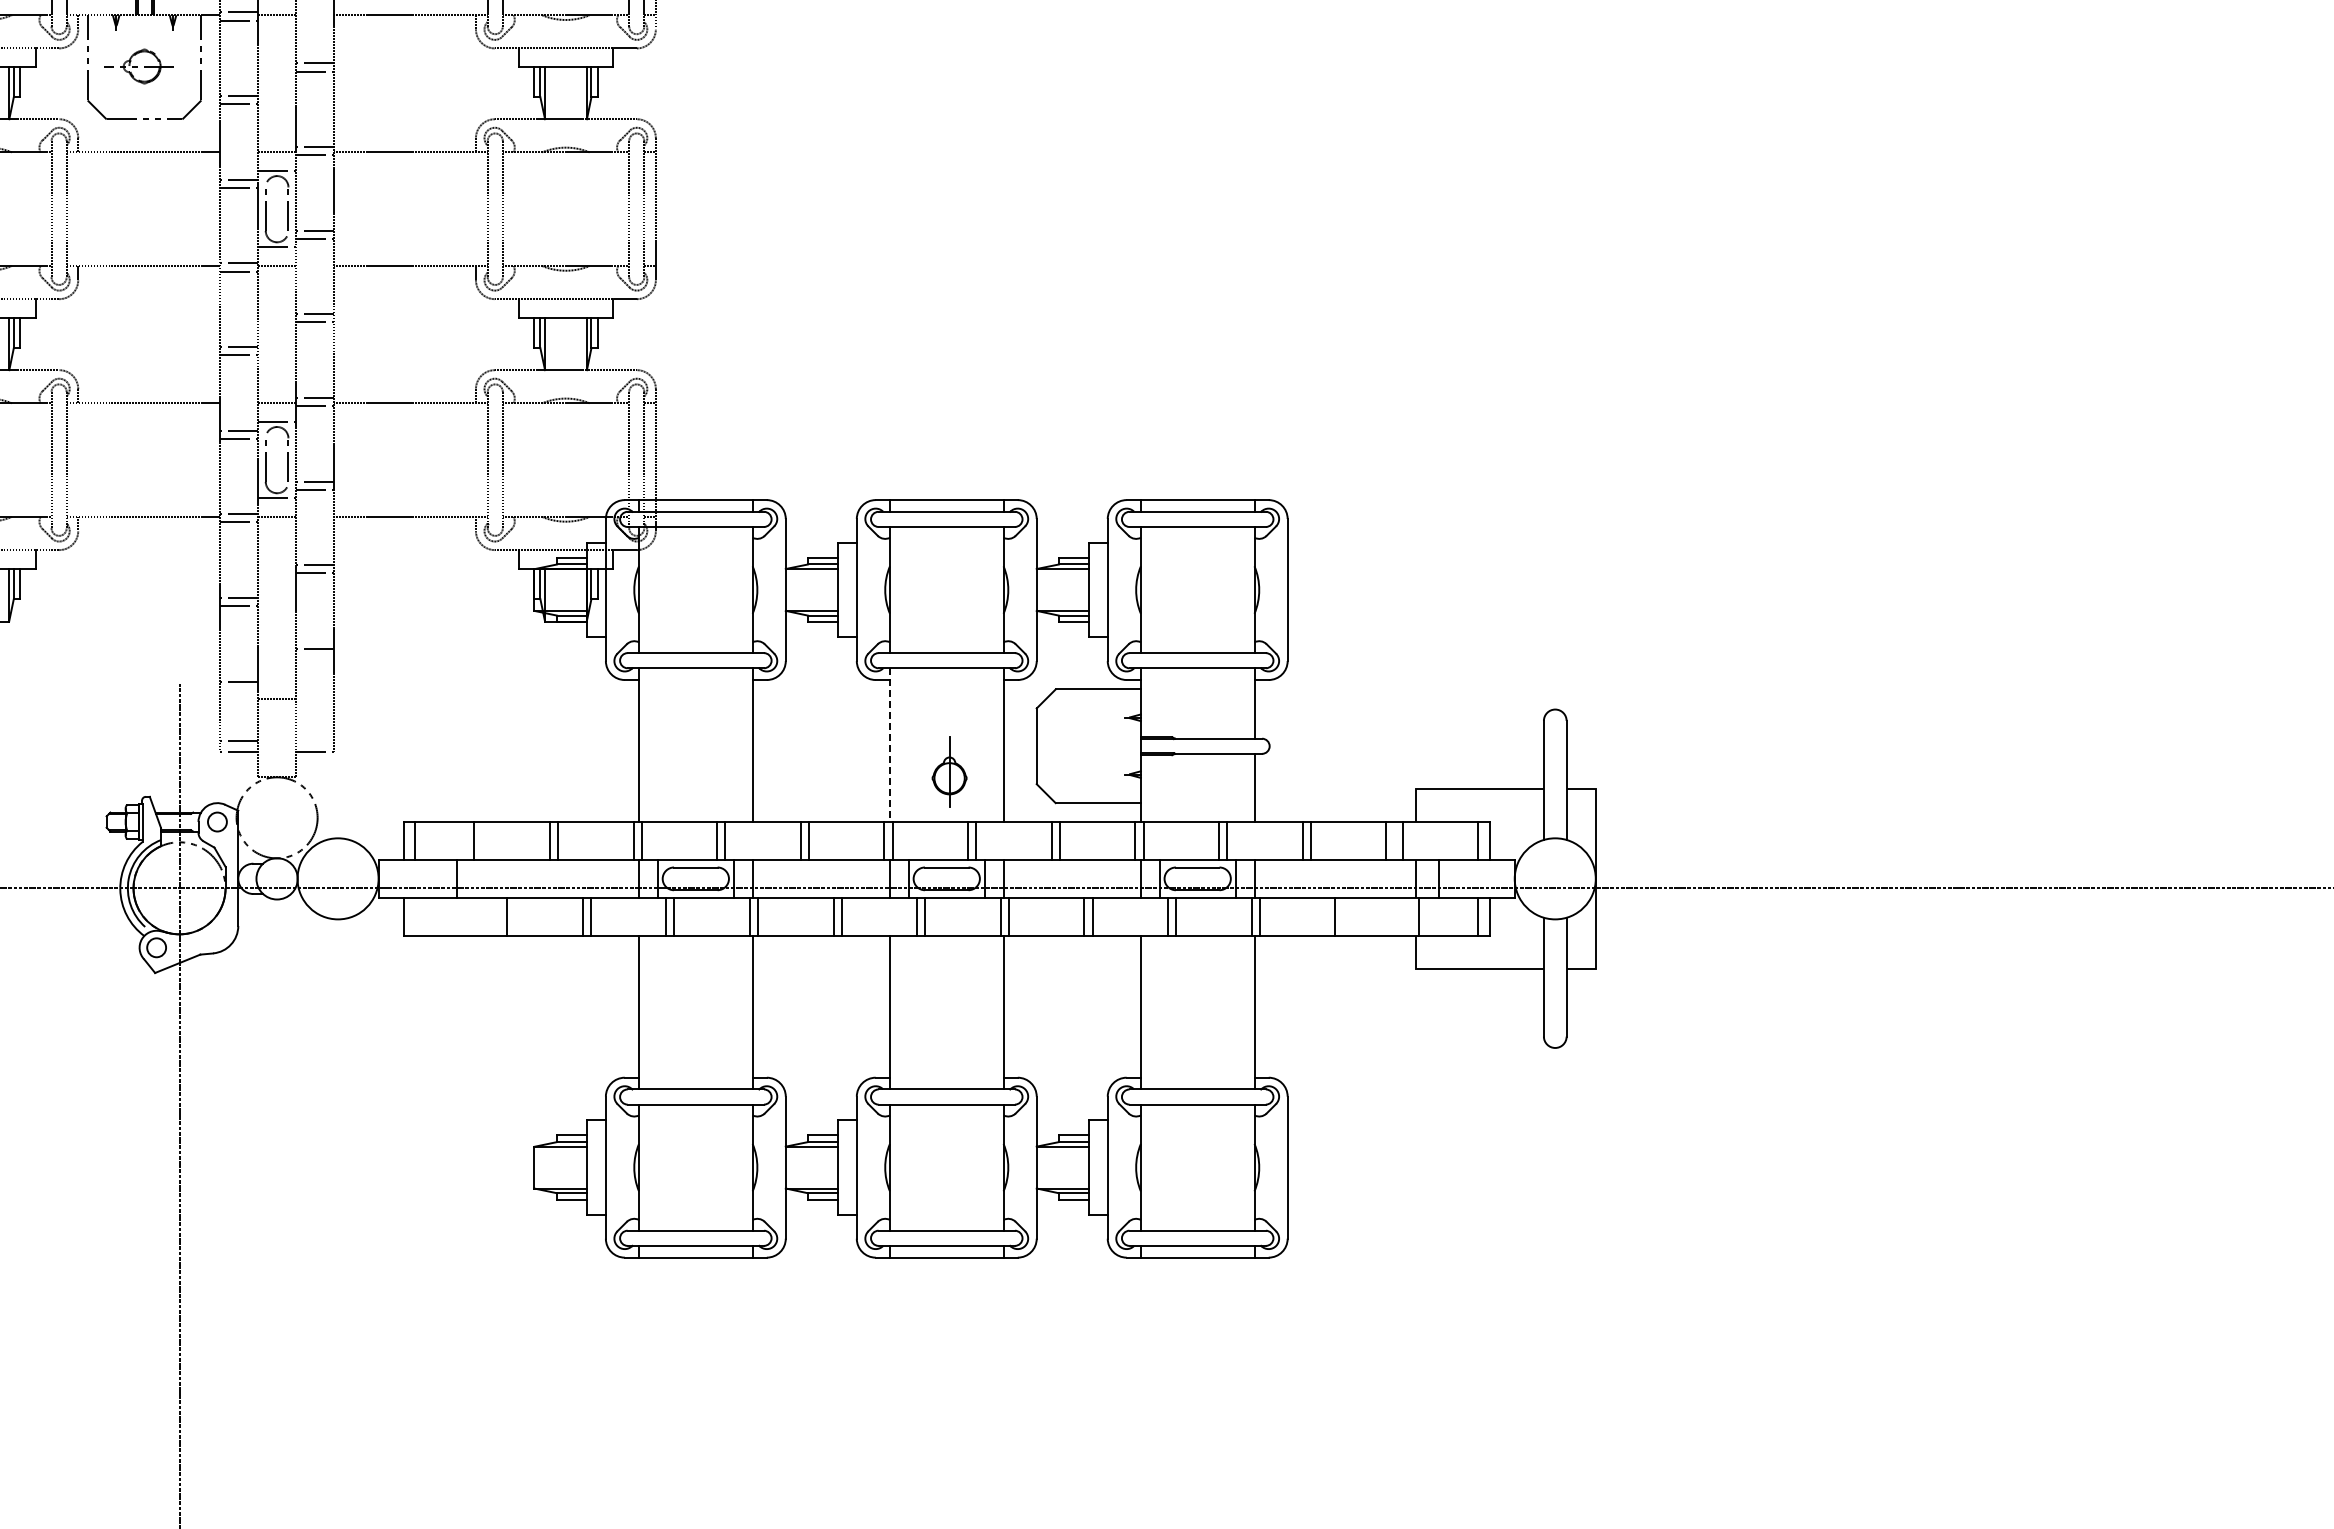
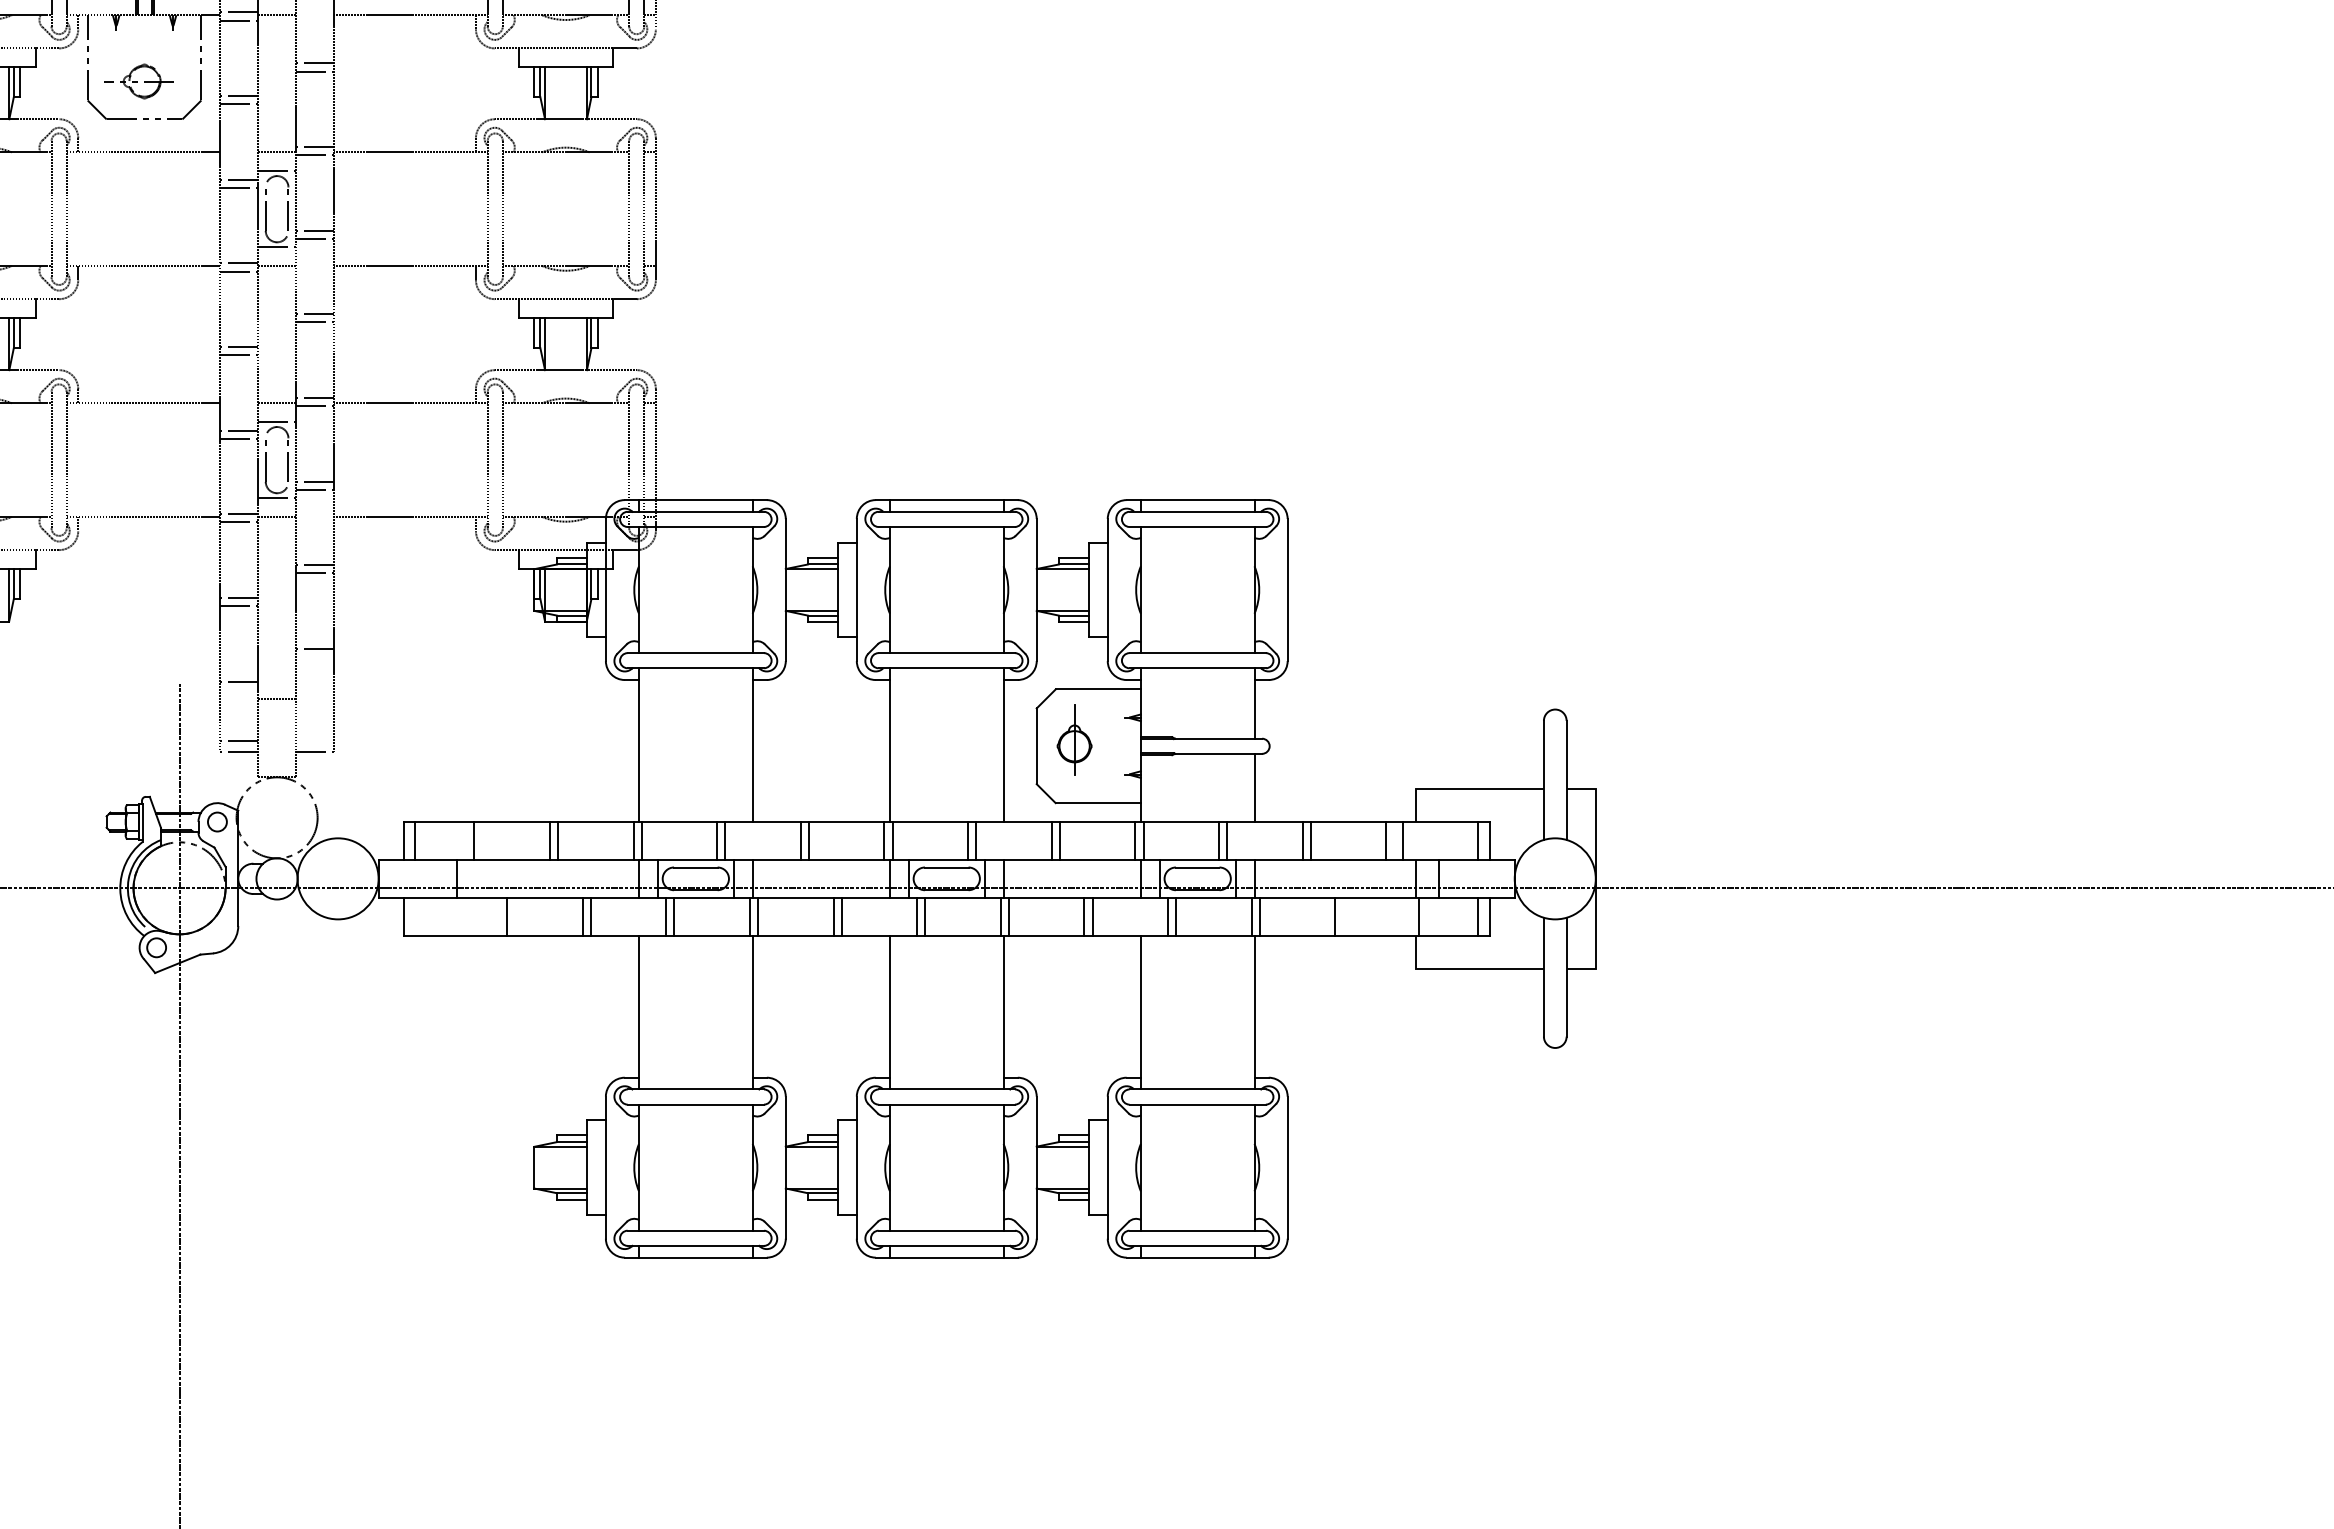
part at (138, 66) position: (138, 66) -> (138, 81)
line at (889, 745): dashed -> solid
part at (949, 771) position: (949, 771) -> (1074, 739)
